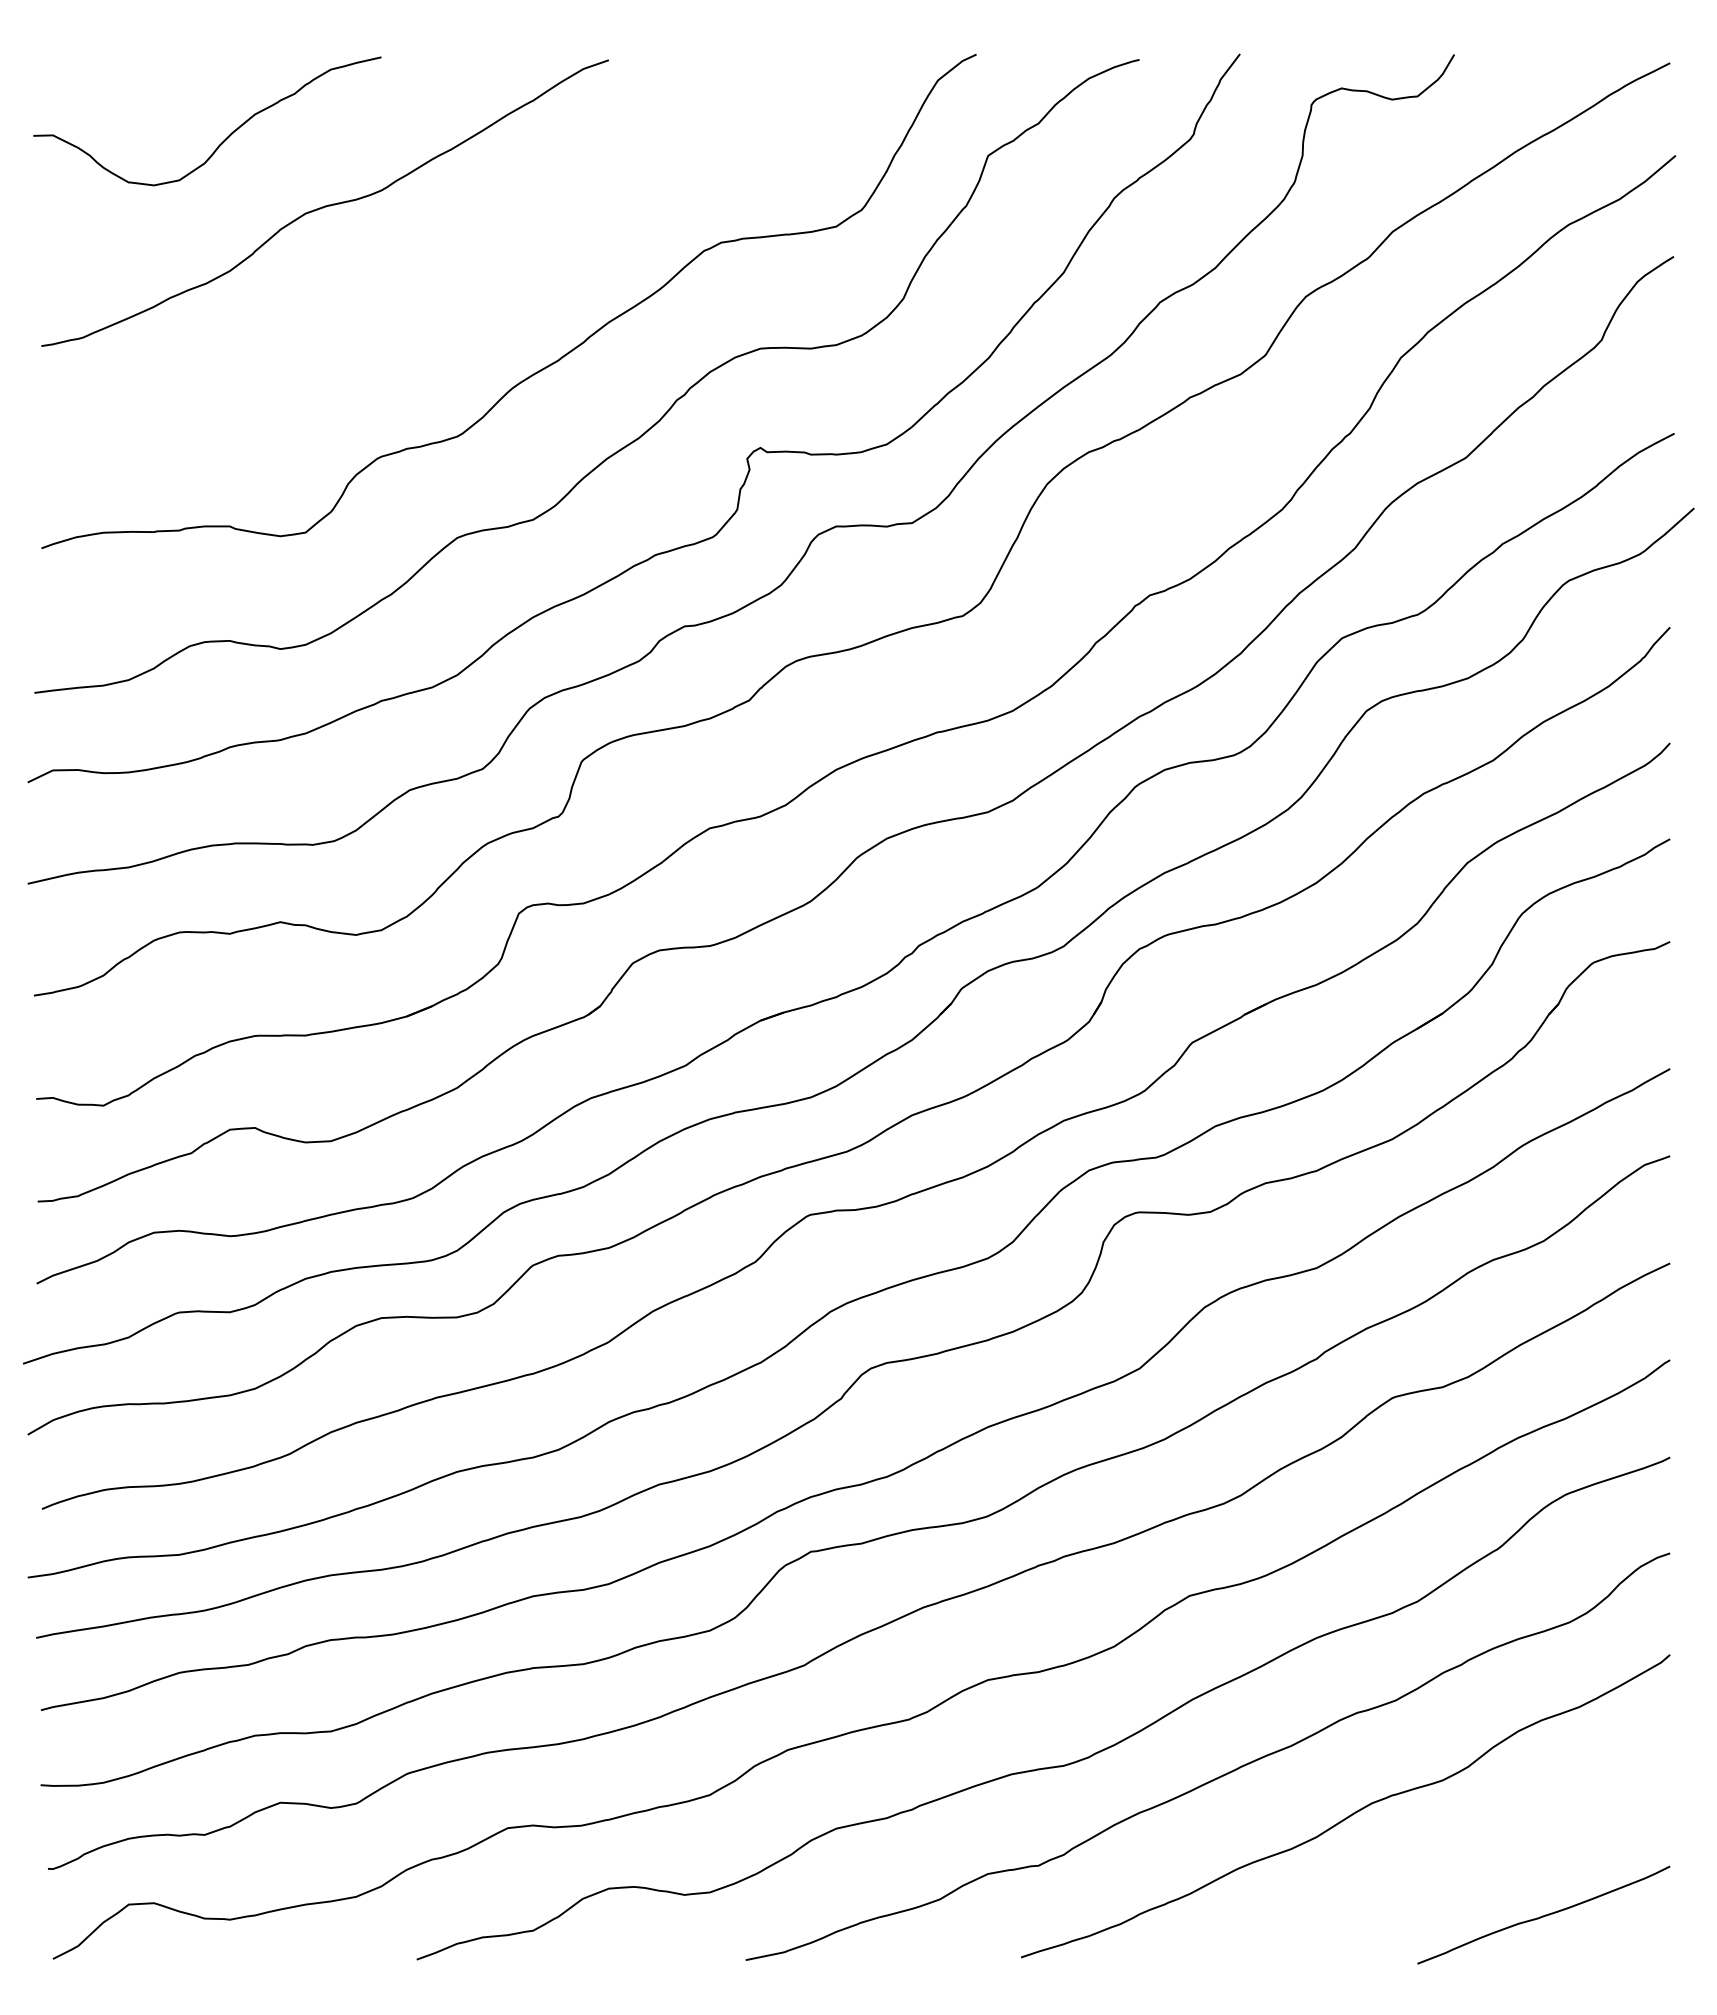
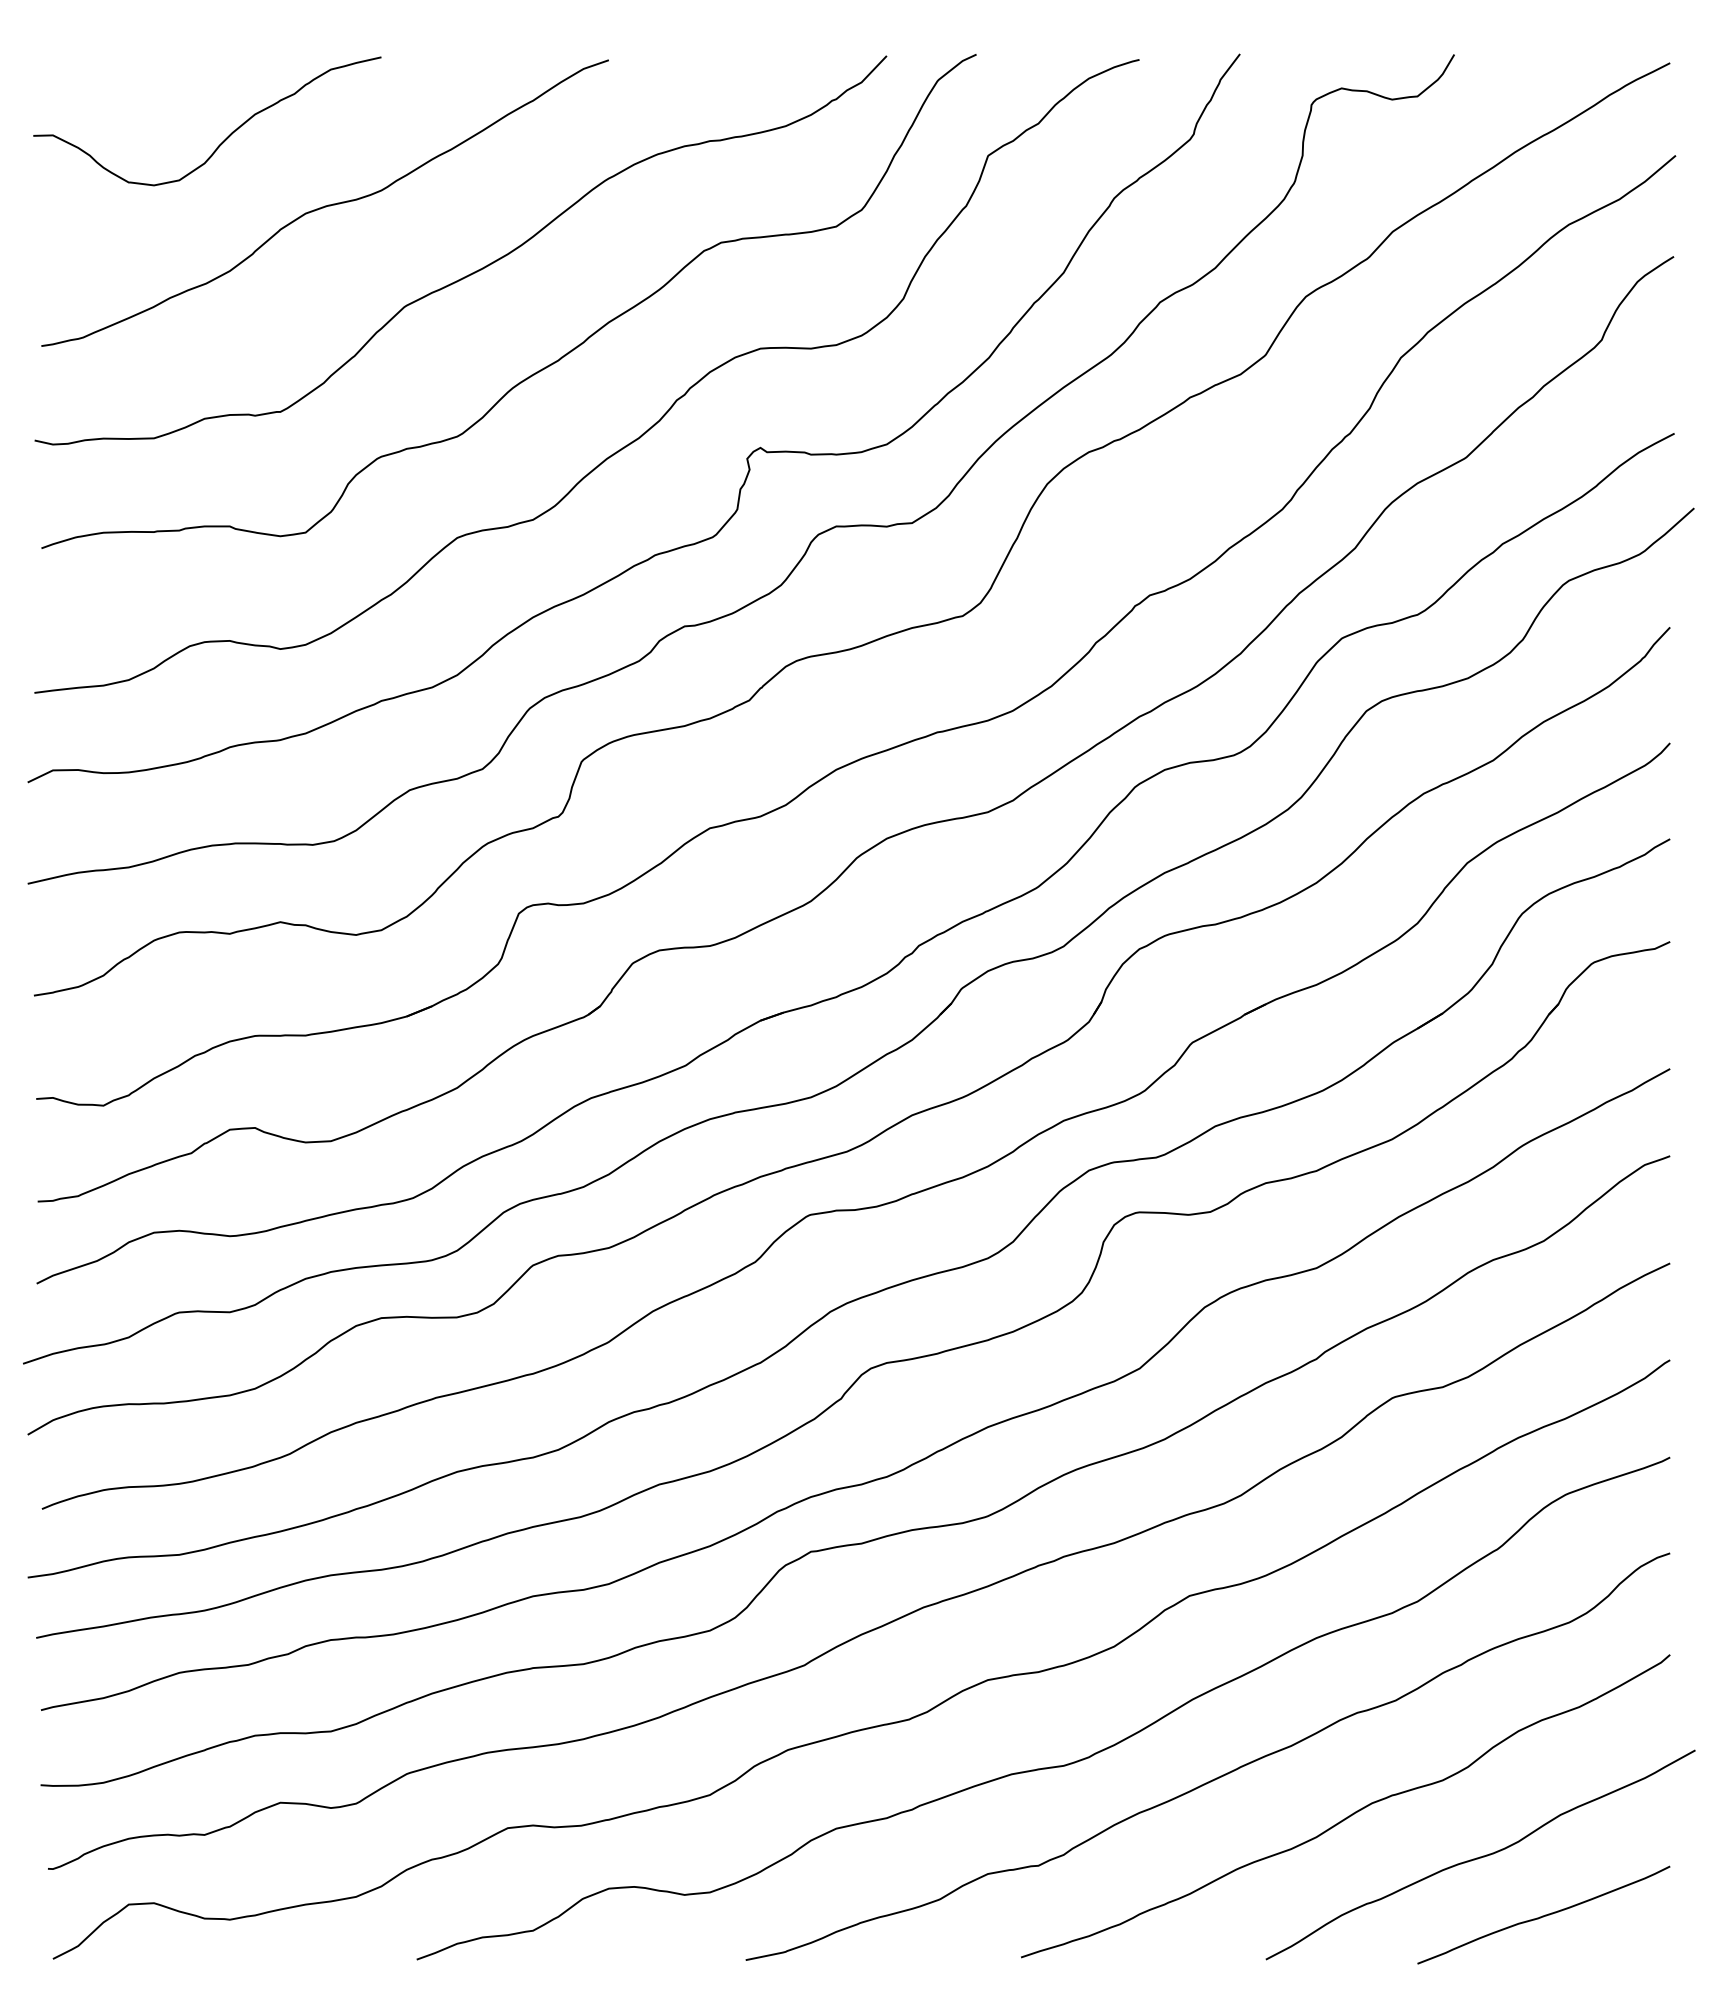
curve at (472, 272): none -> present
curve at (1480, 1856): none -> present
